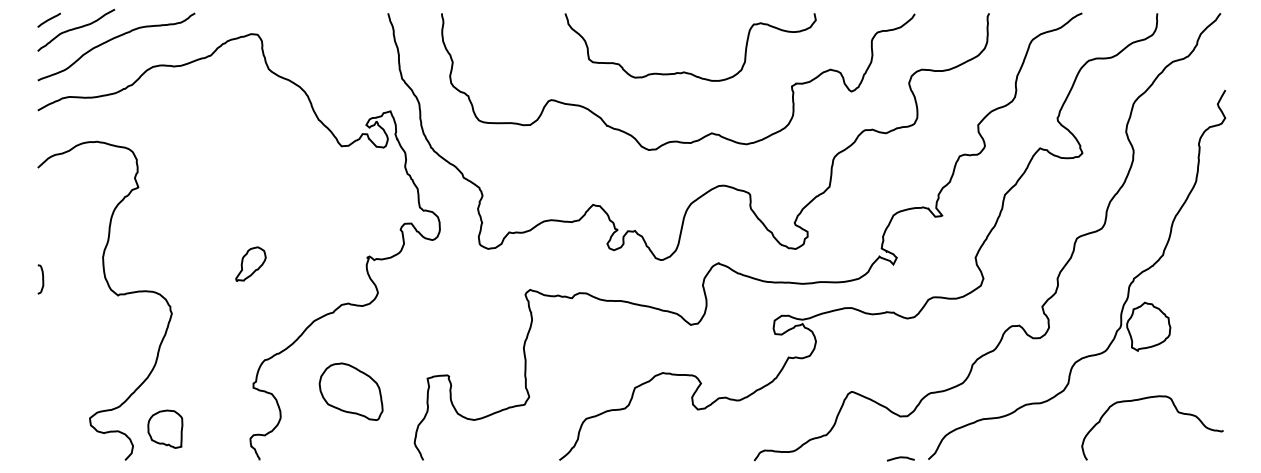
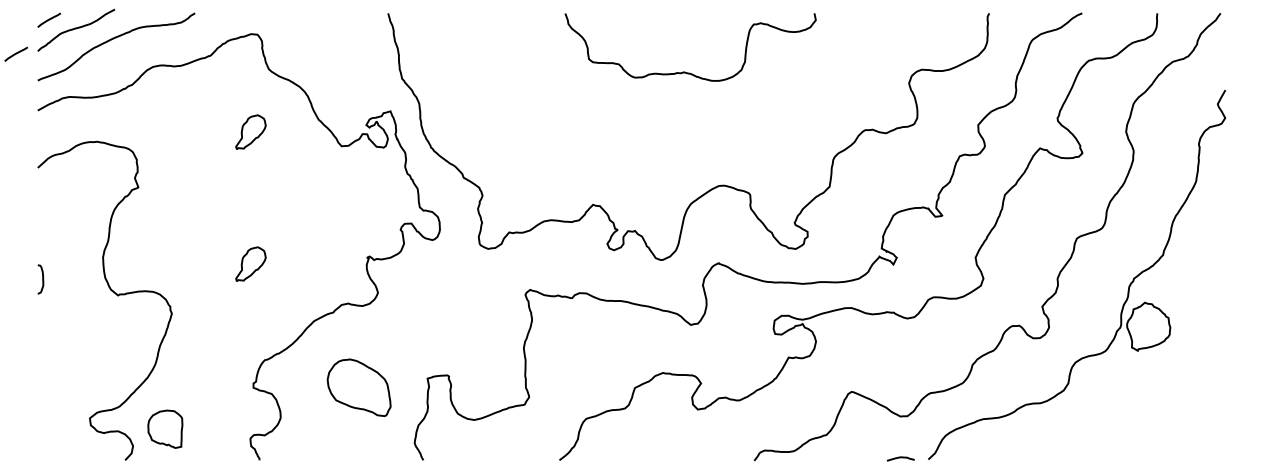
line at (15, 53): none -> present
part at (250, 131): none -> present
curve at (677, 140): present -> none
part at (350, 391) position: (350, 391) -> (358, 387)
curve at (1176, 411): present -> none
